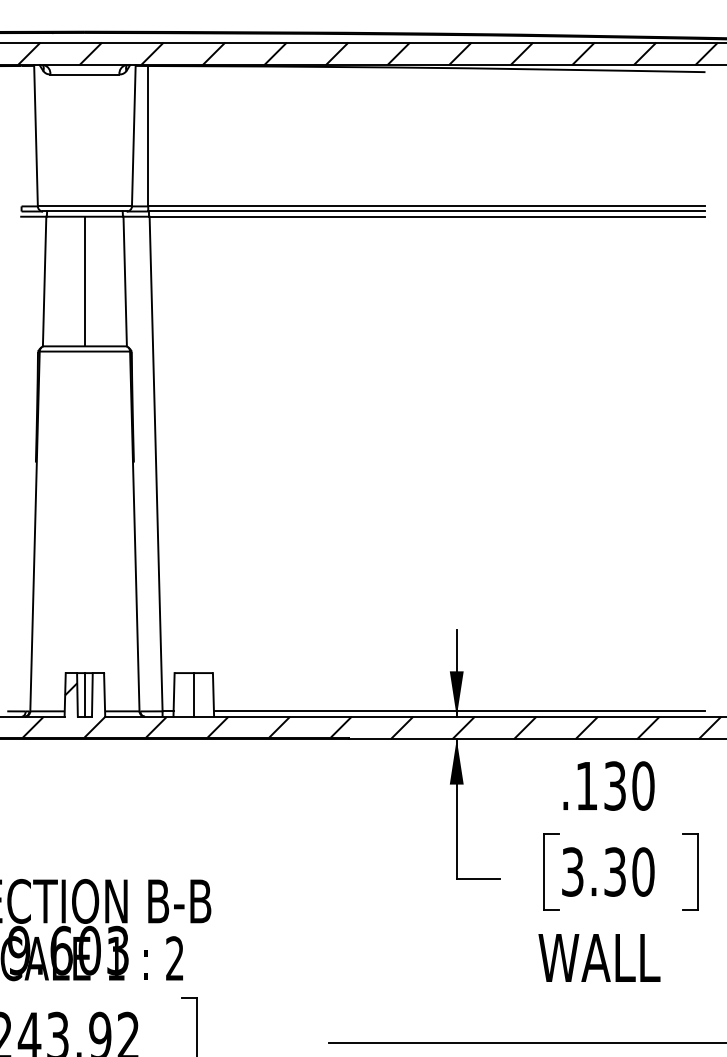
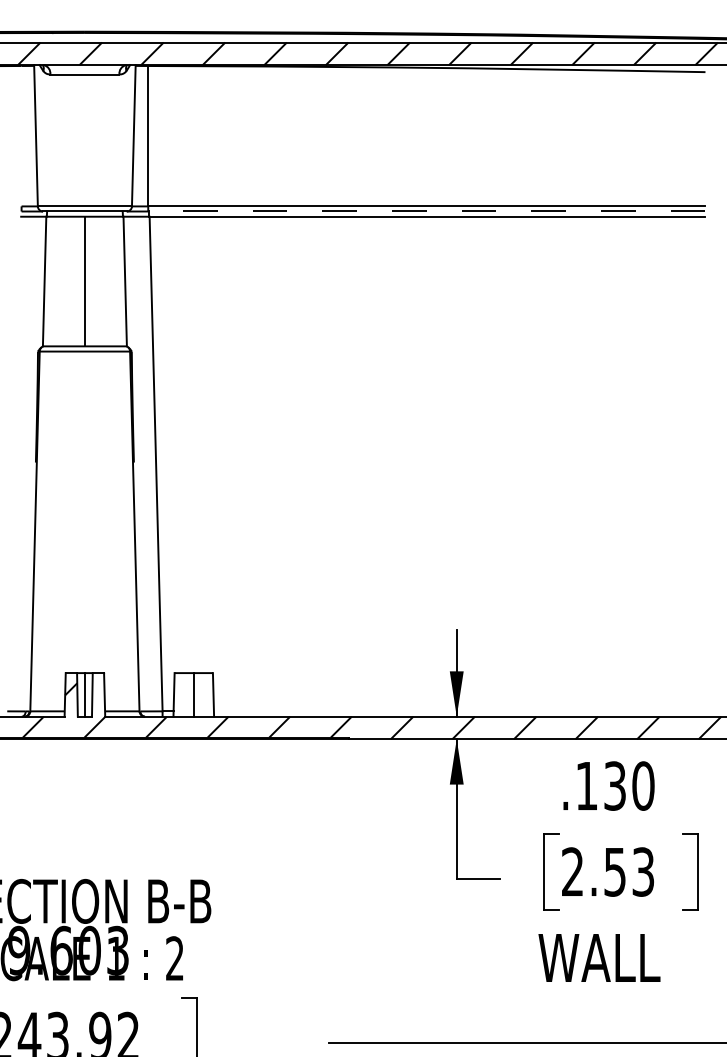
line at (426, 211): solid -> dashed
line at (459, 711): present -> none
text at (608, 871): 3.30 -> 2.53
